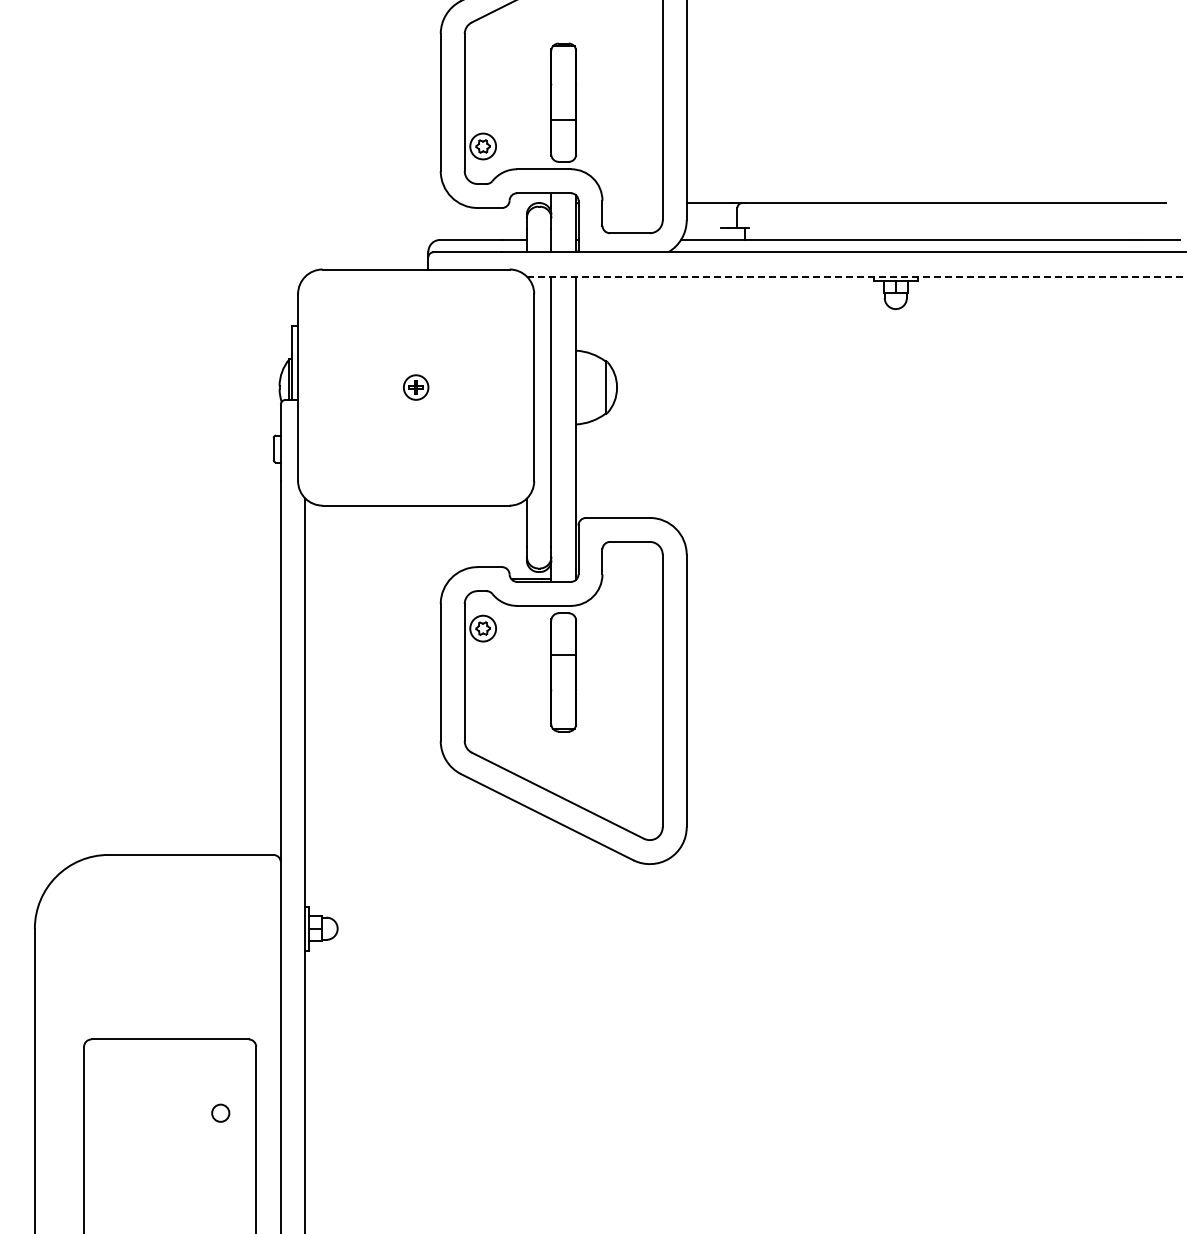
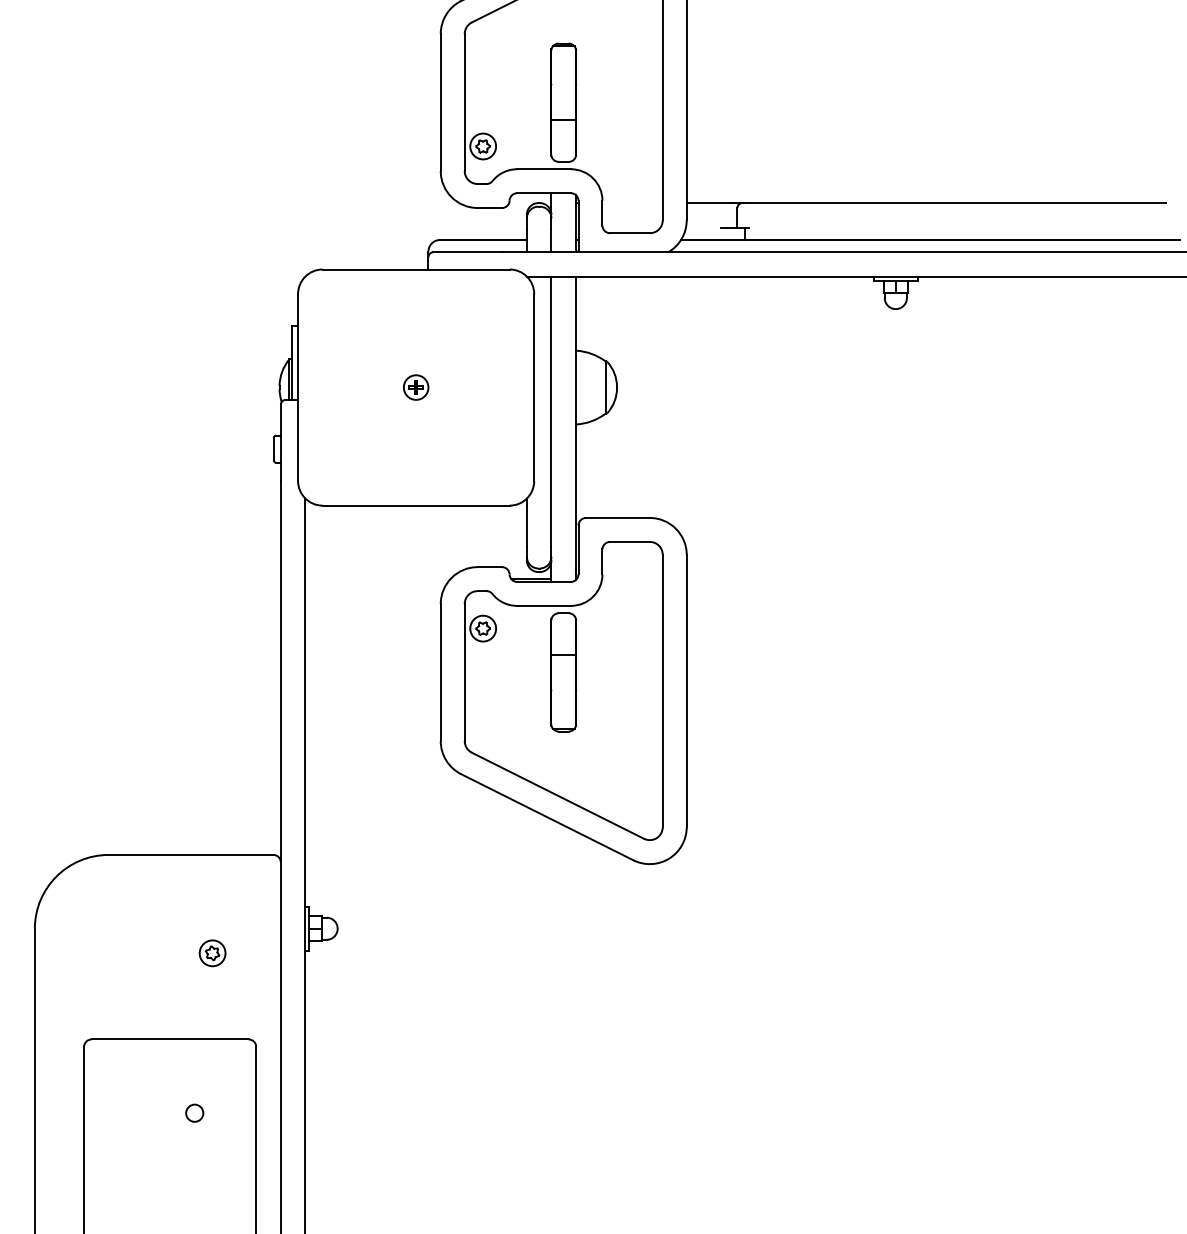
line at (857, 276): dashed -> solid
part at (212, 953): none -> present
circle at (220, 1112) position: (220, 1112) -> (194, 1112)
